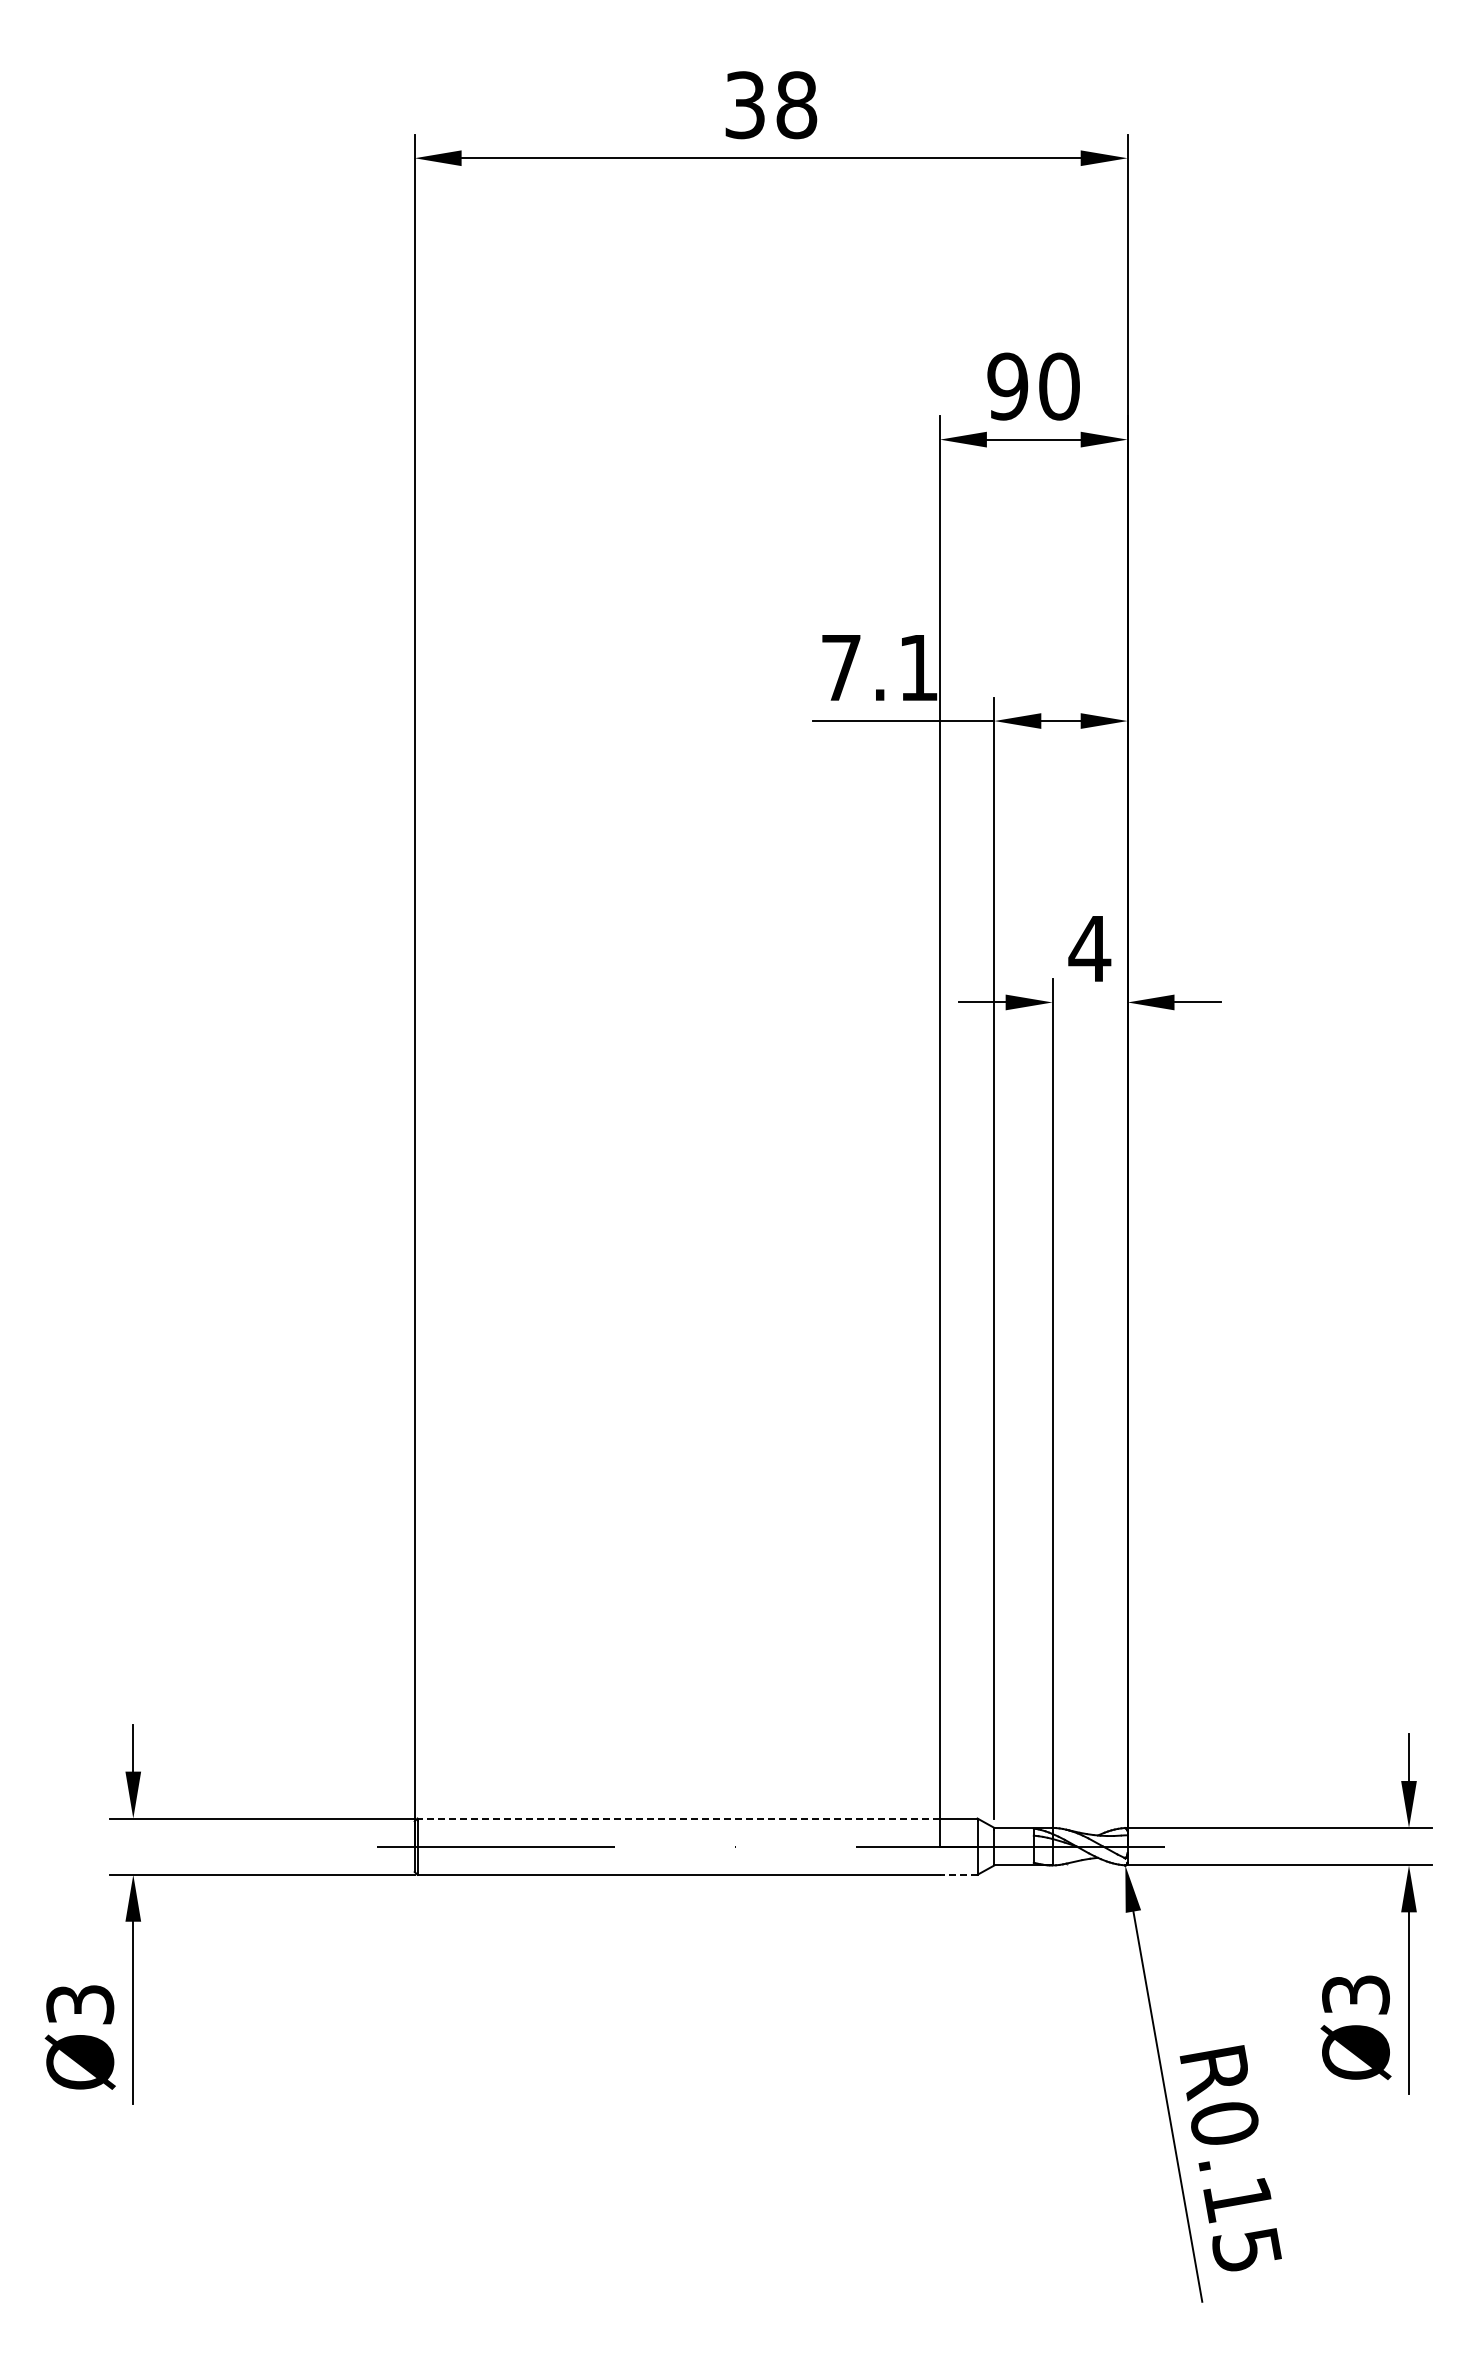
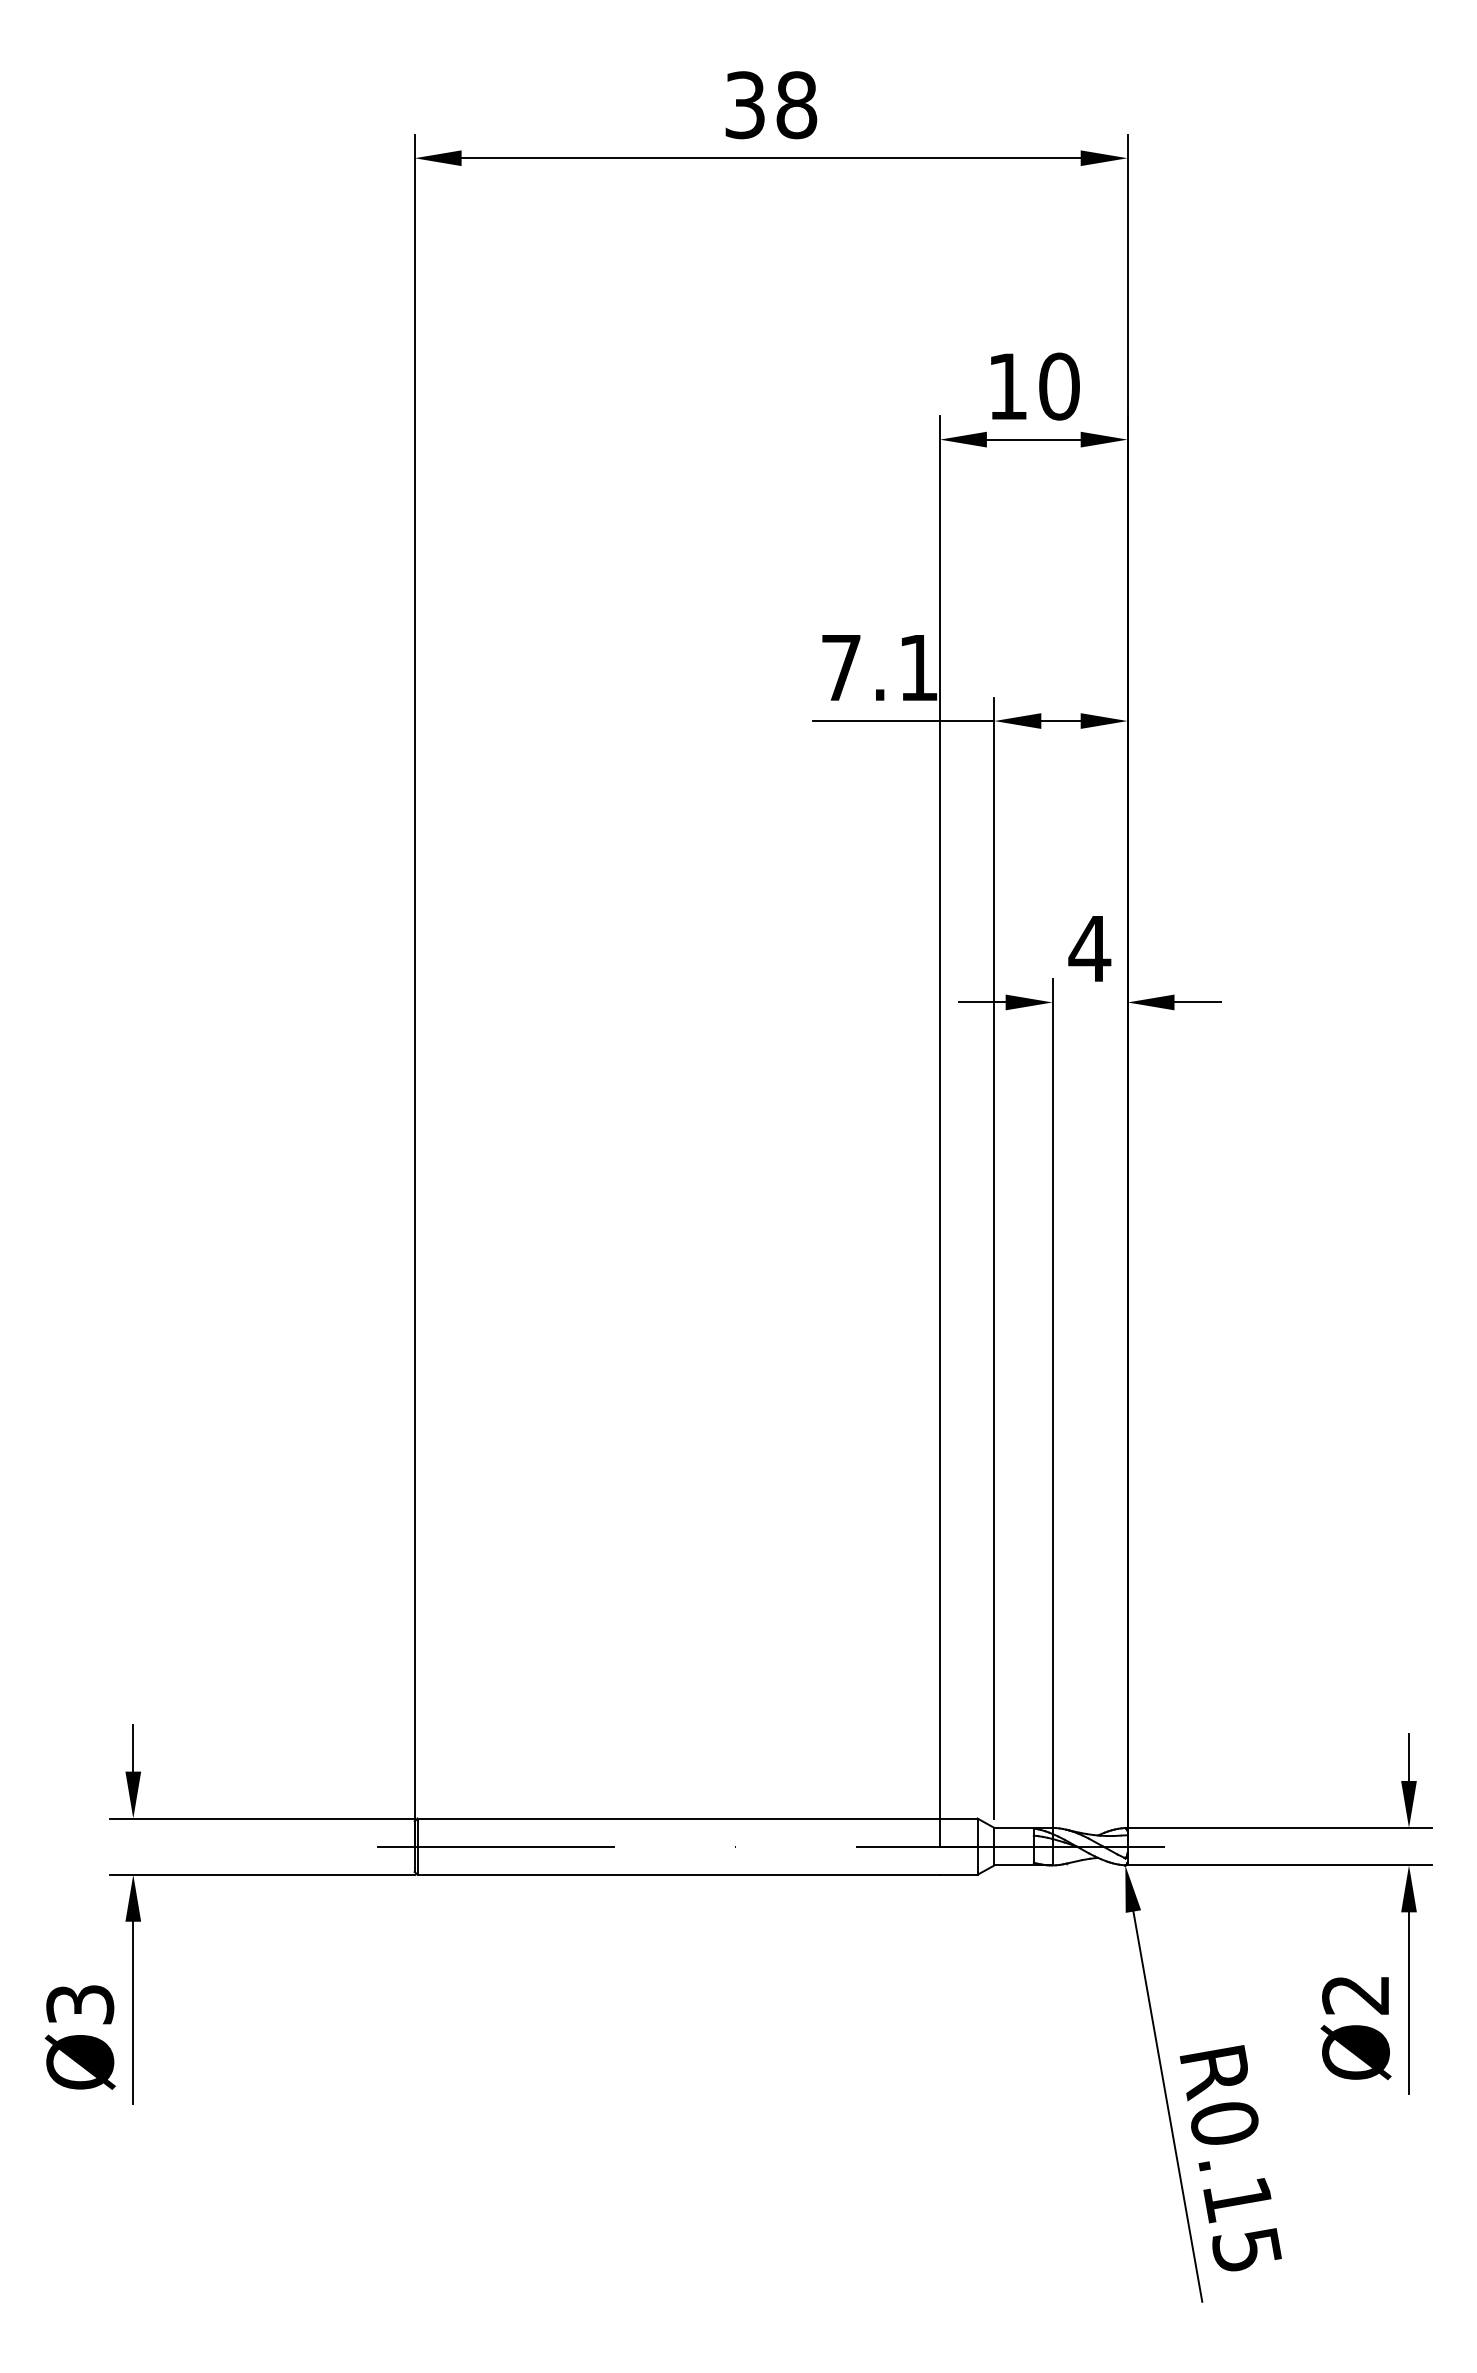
text at (1007, 386): 90 -> 10
line at (678, 1818): dashed -> solid
line at (958, 1874): dashed -> solid
text at (1355, 1994): Ø3 -> Ø2
